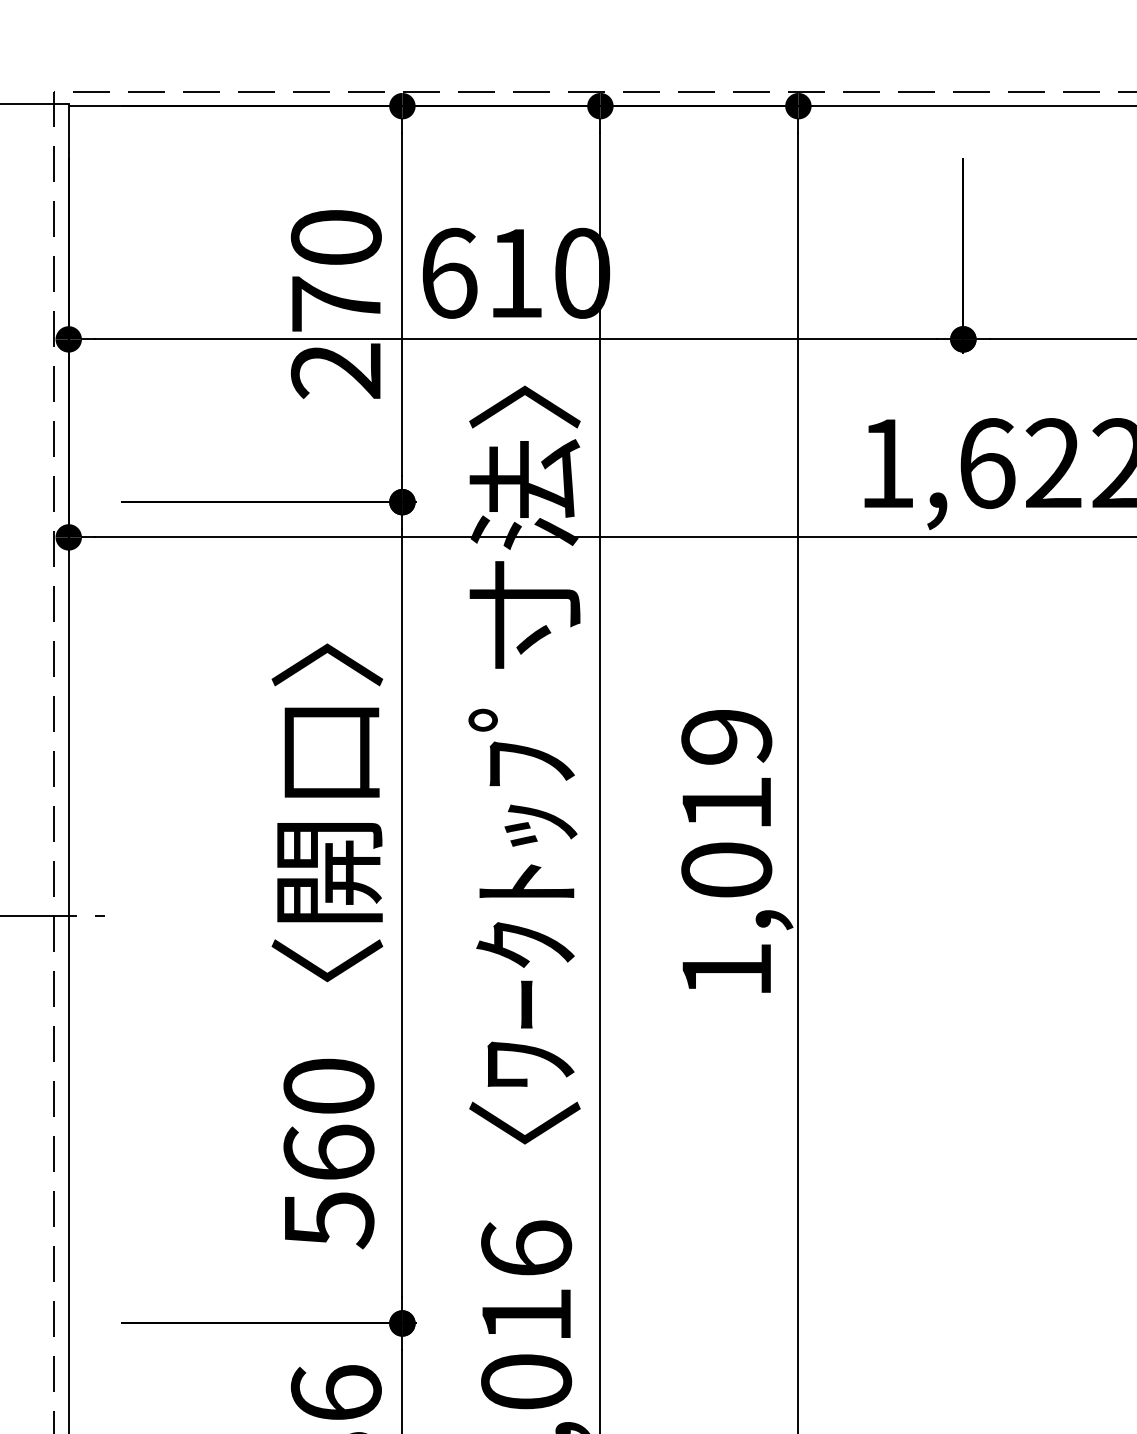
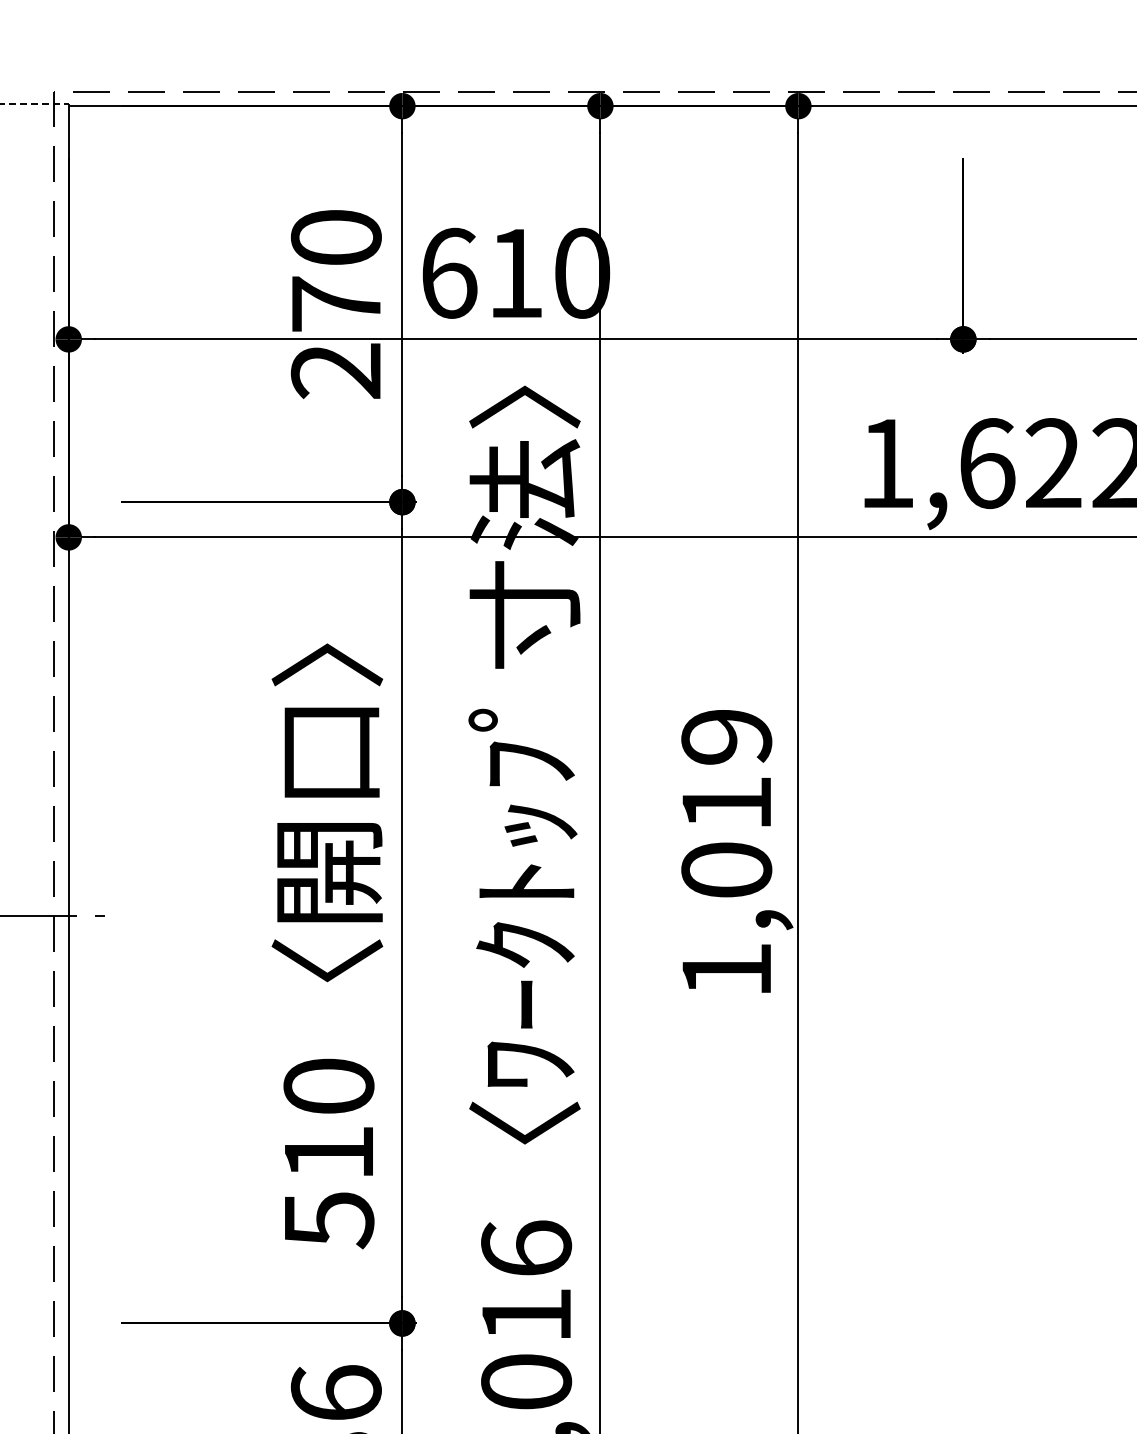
line at (36, 103): solid -> dashed
text at (328, 1151): 560 -> 510
